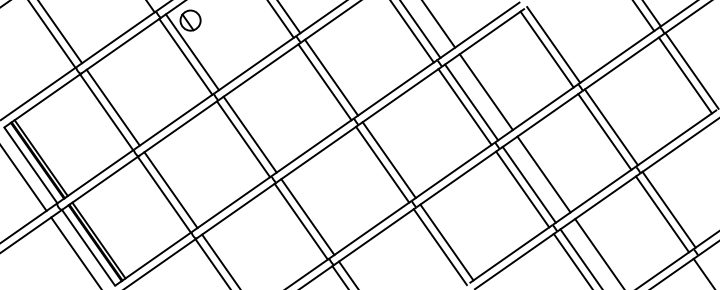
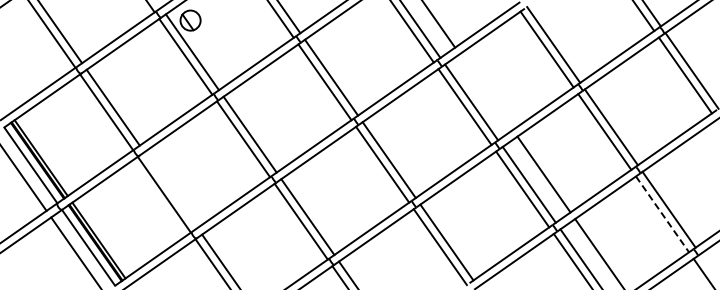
line at (485, 92): present -> none
line at (170, 190): present -> none
line at (662, 214): solid -> dashed
